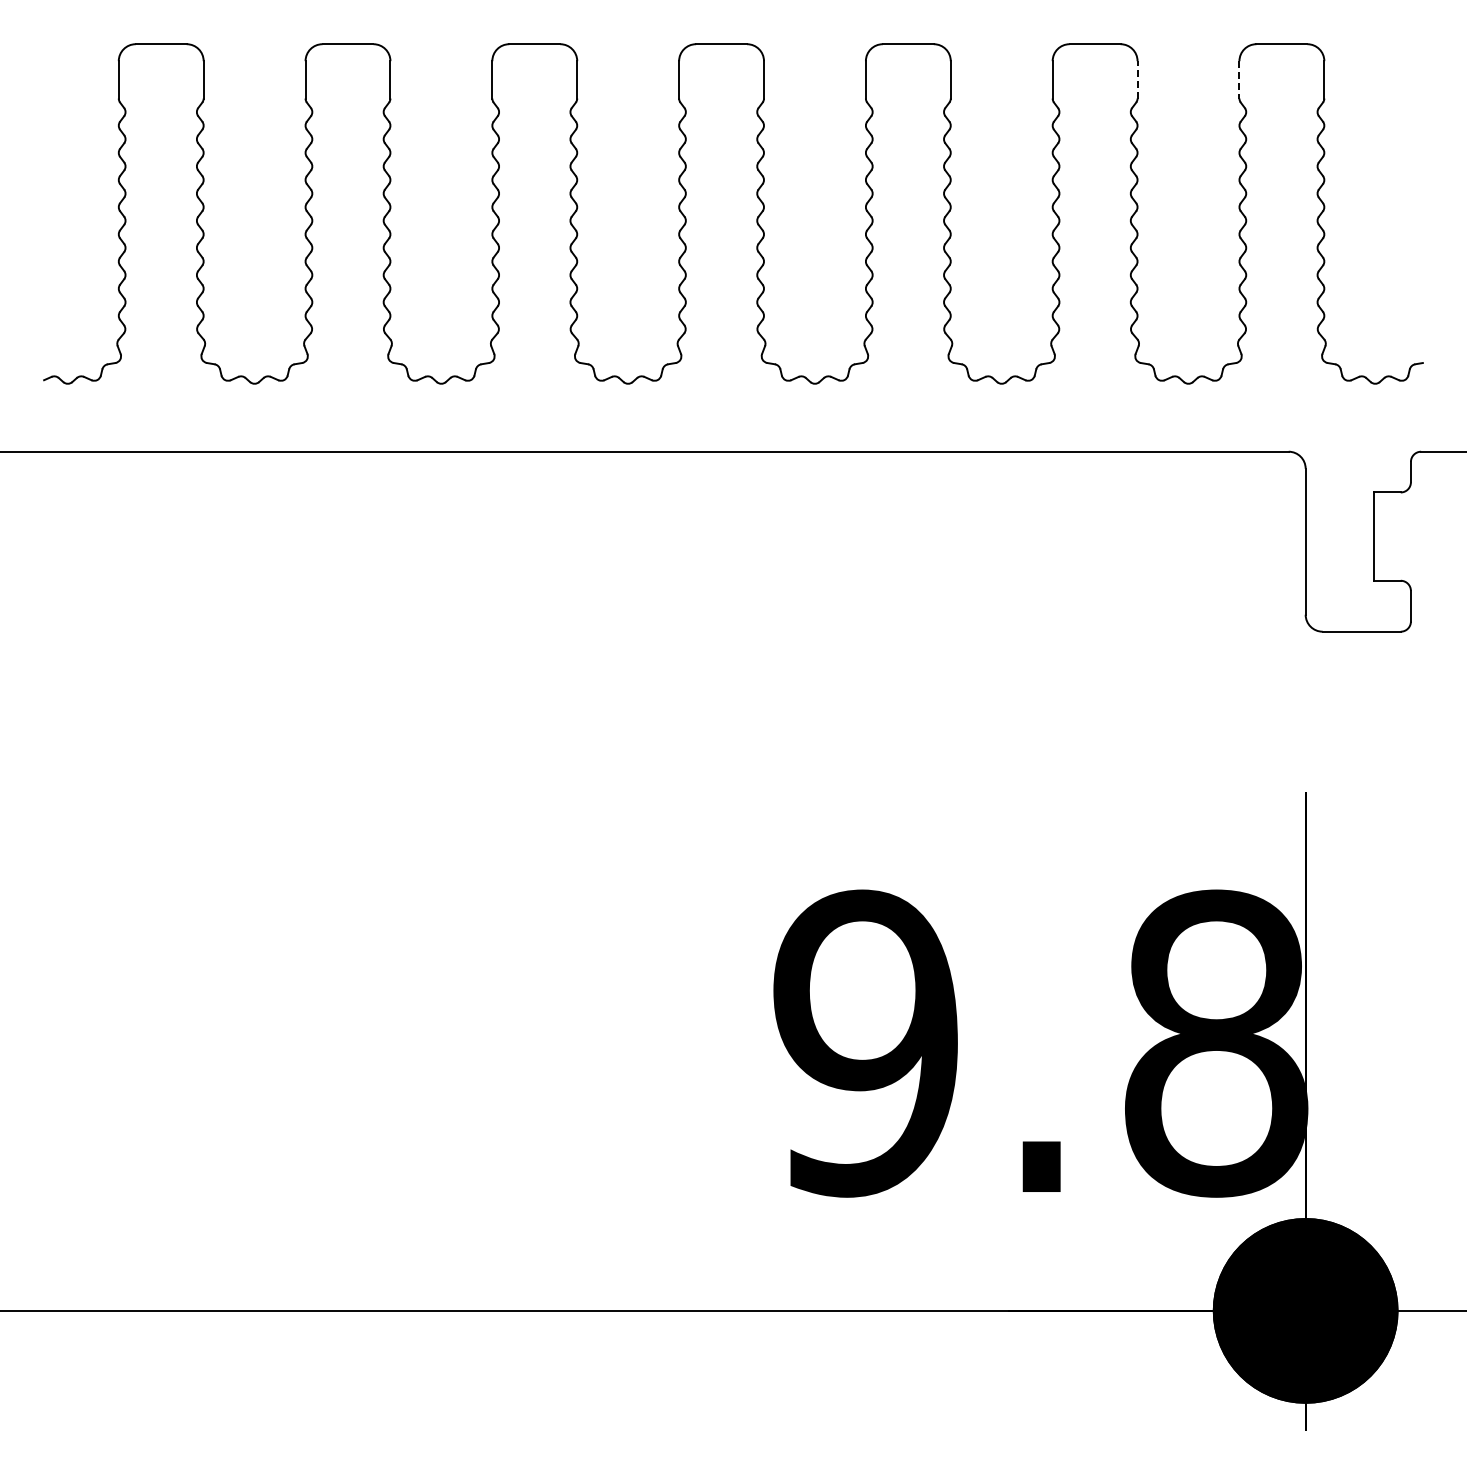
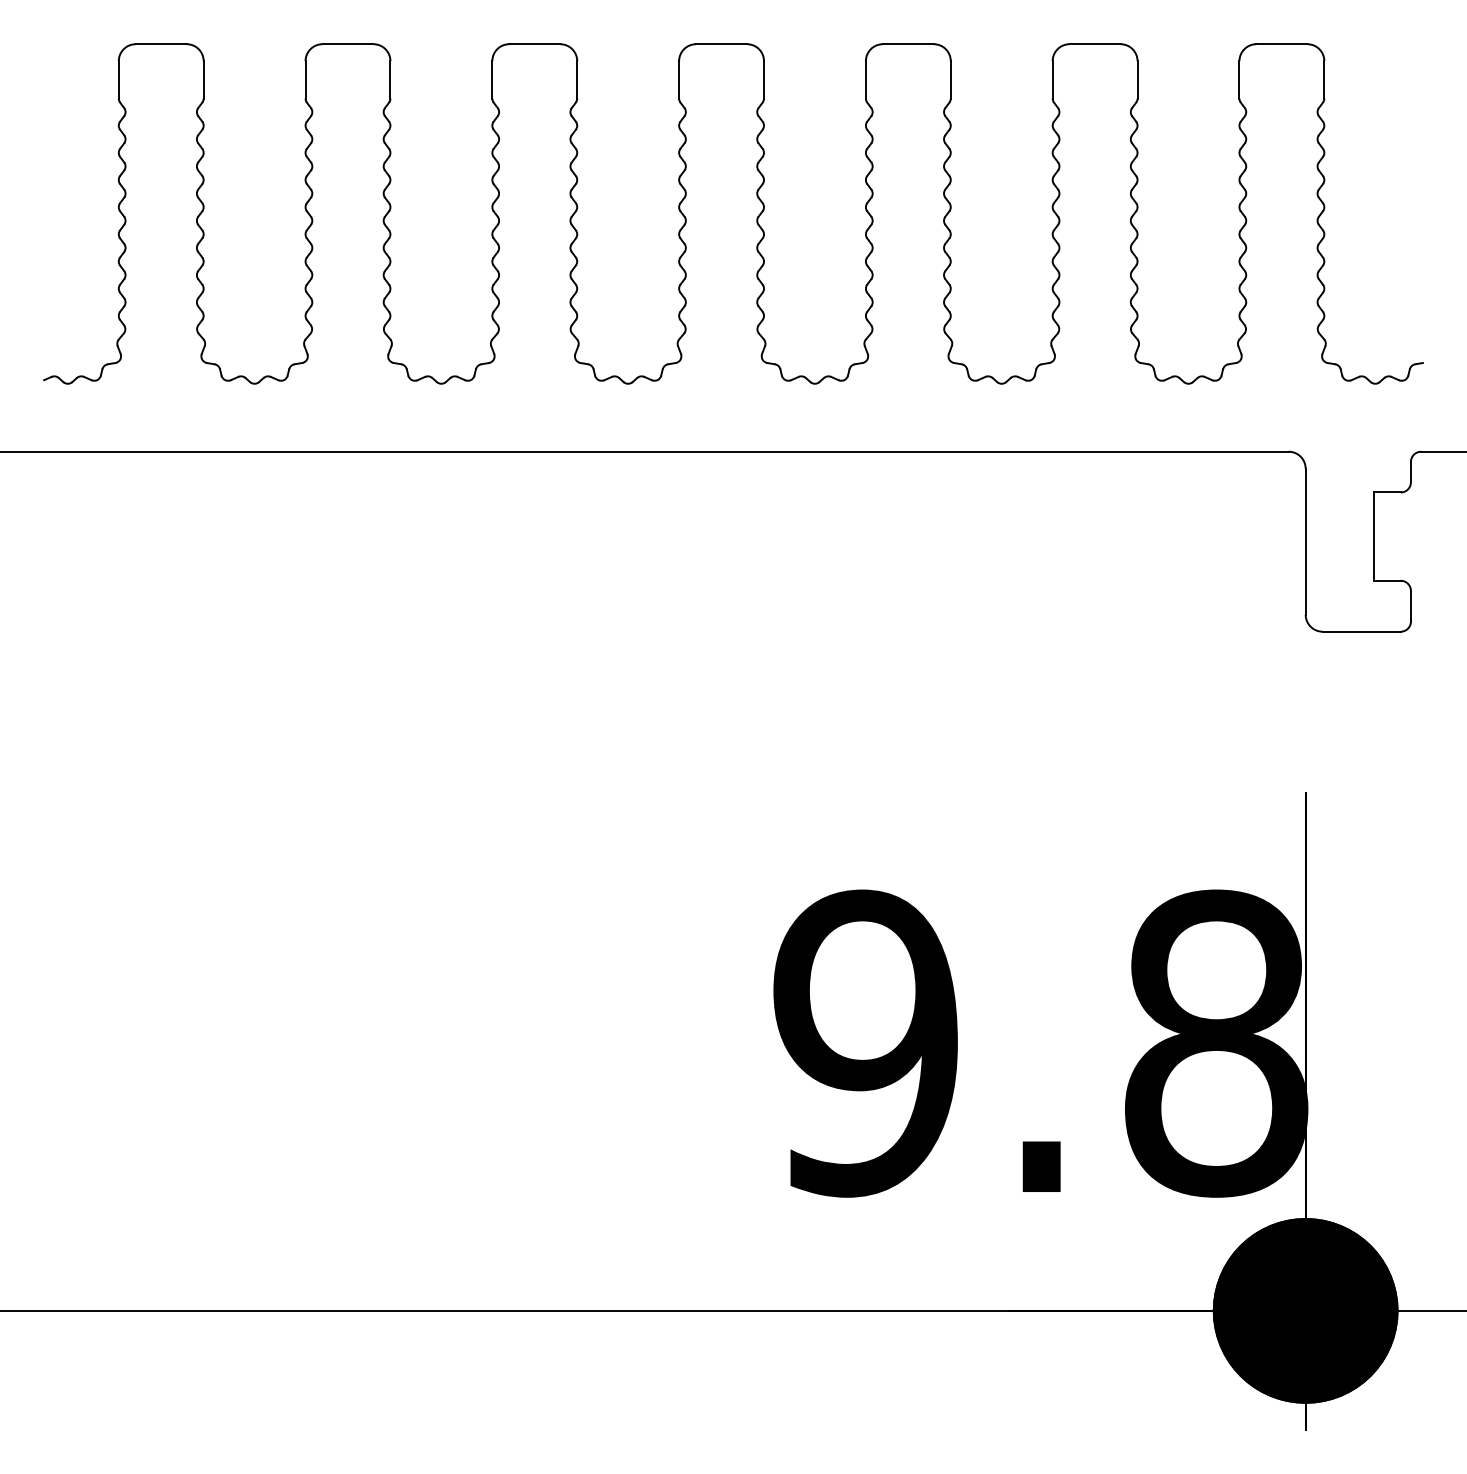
line at (1137, 79): dashed -> solid
line at (1239, 79): dashed -> solid
